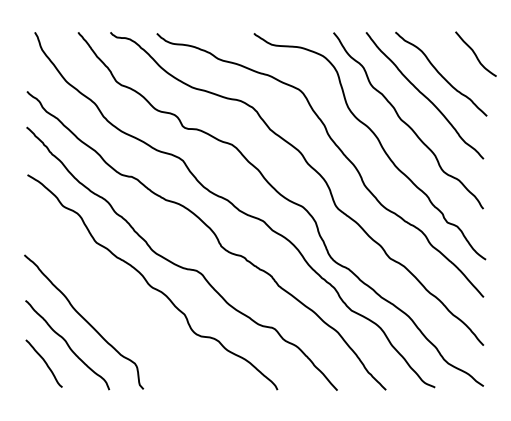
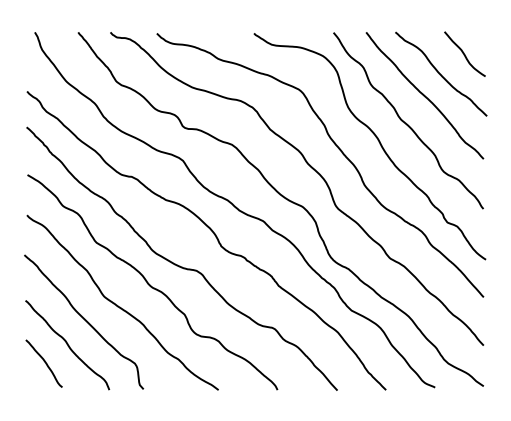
curve at (475, 53) position: (475, 53) -> (464, 53)
curve at (120, 306): none -> present
